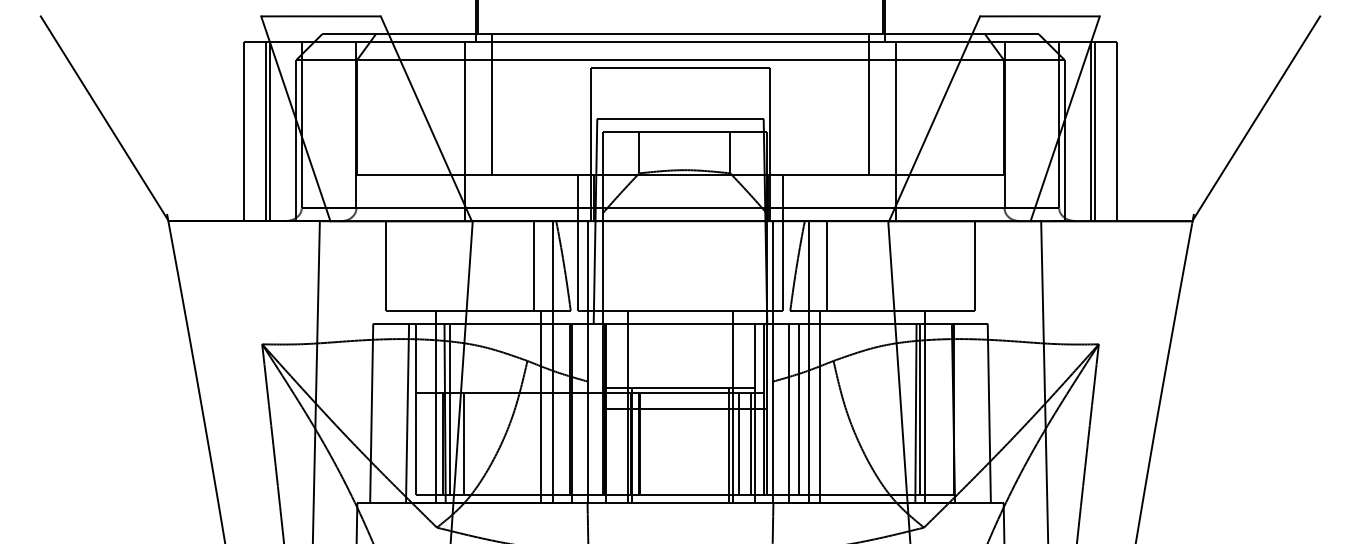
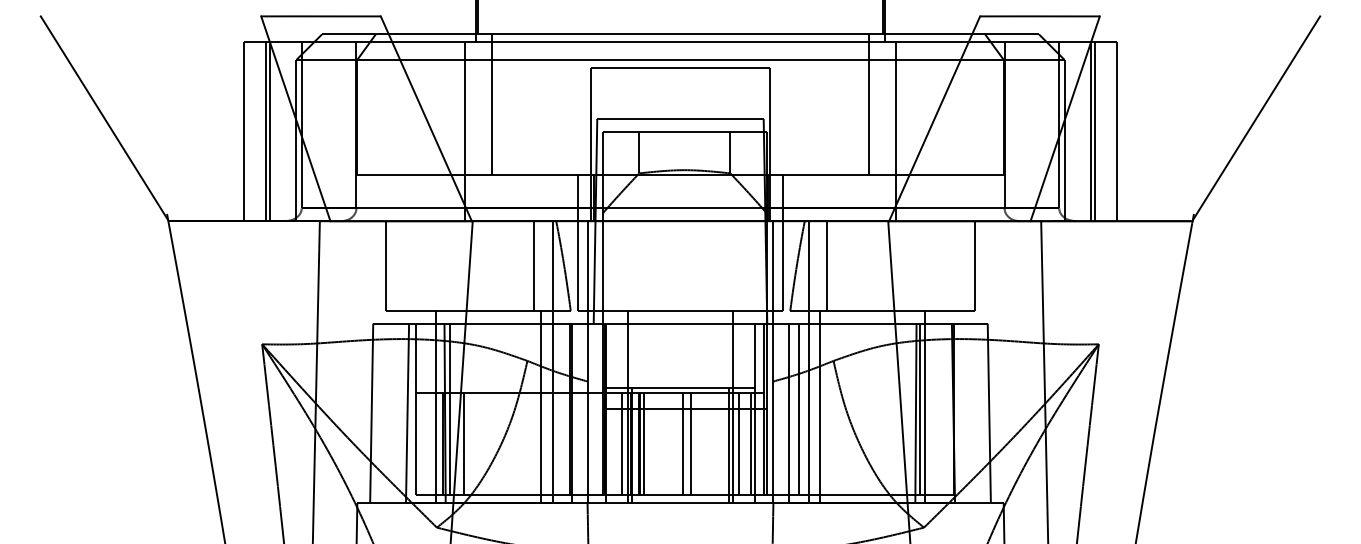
line at (622, 443): none -> present
line at (643, 443): none -> present
line at (683, 443): none -> present
line at (691, 443): none -> present
